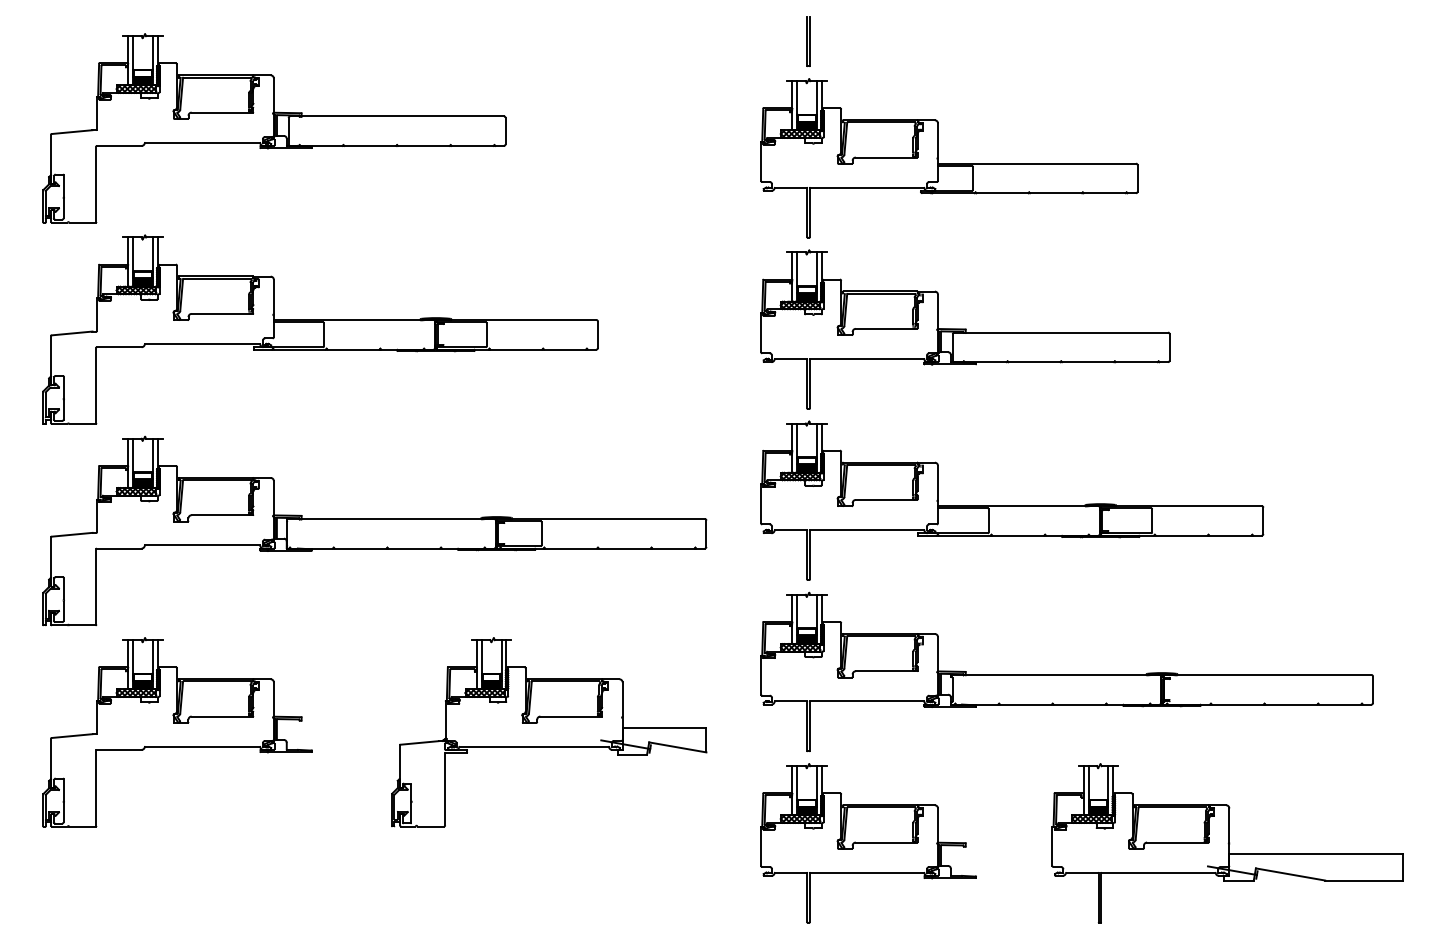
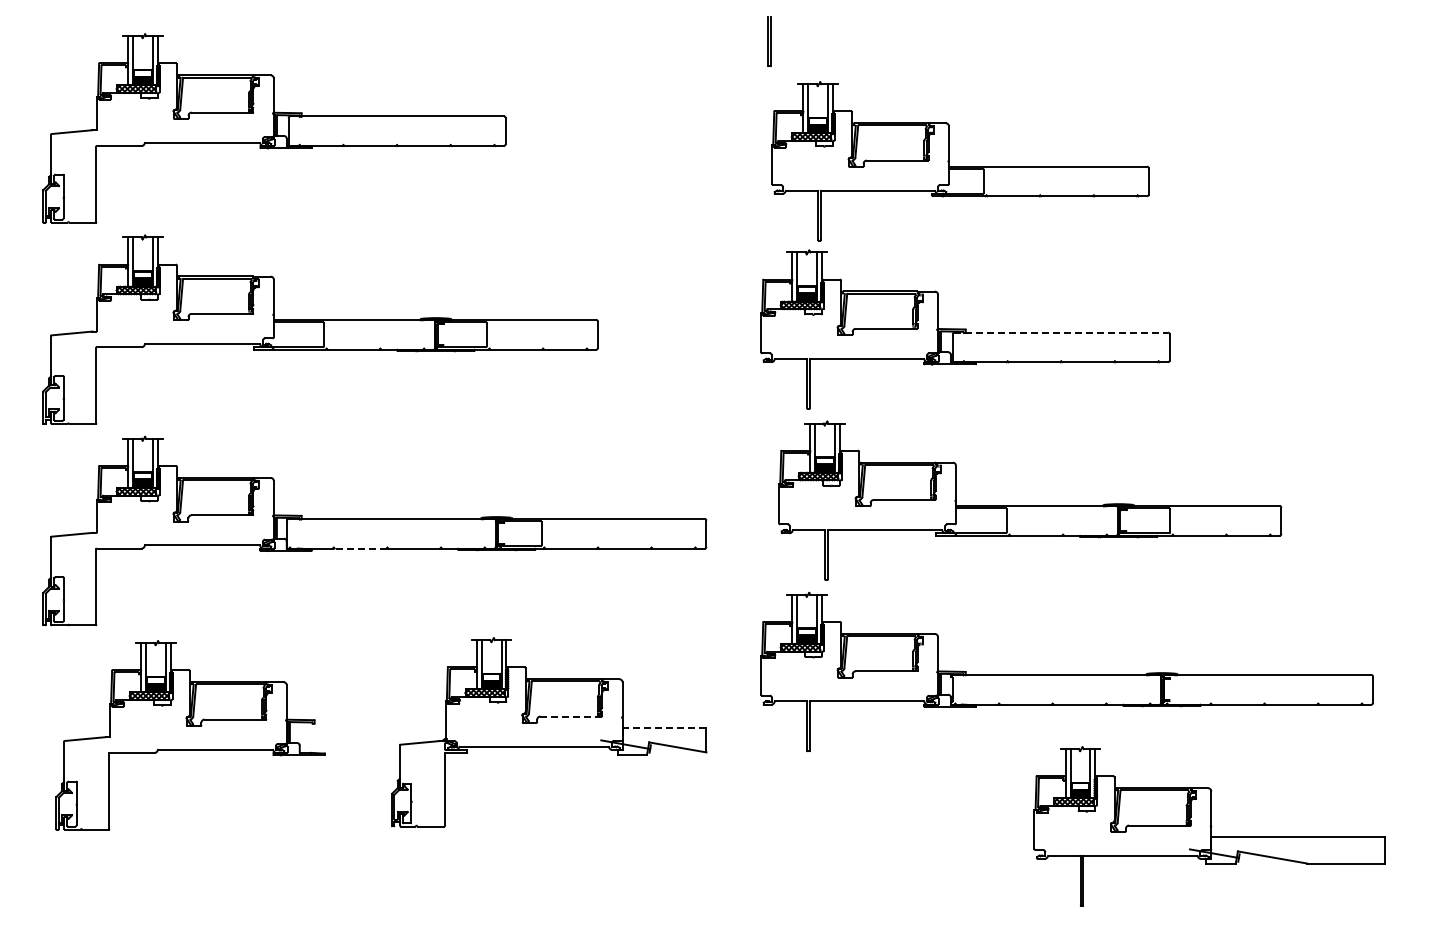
line at (807, 41) position: (807, 41) -> (768, 41)
part at (949, 158) position: (949, 158) -> (960, 161)
line at (1061, 332): solid -> dashed
part at (1012, 500) position: (1012, 500) -> (1030, 500)
line at (360, 548): solid -> dashed
line at (570, 716): solid -> dashed
line at (664, 728): solid -> dashed
part at (177, 732) position: (177, 732) -> (190, 735)
part at (868, 843): present -> none
part at (1227, 843) position: (1227, 843) -> (1209, 826)
